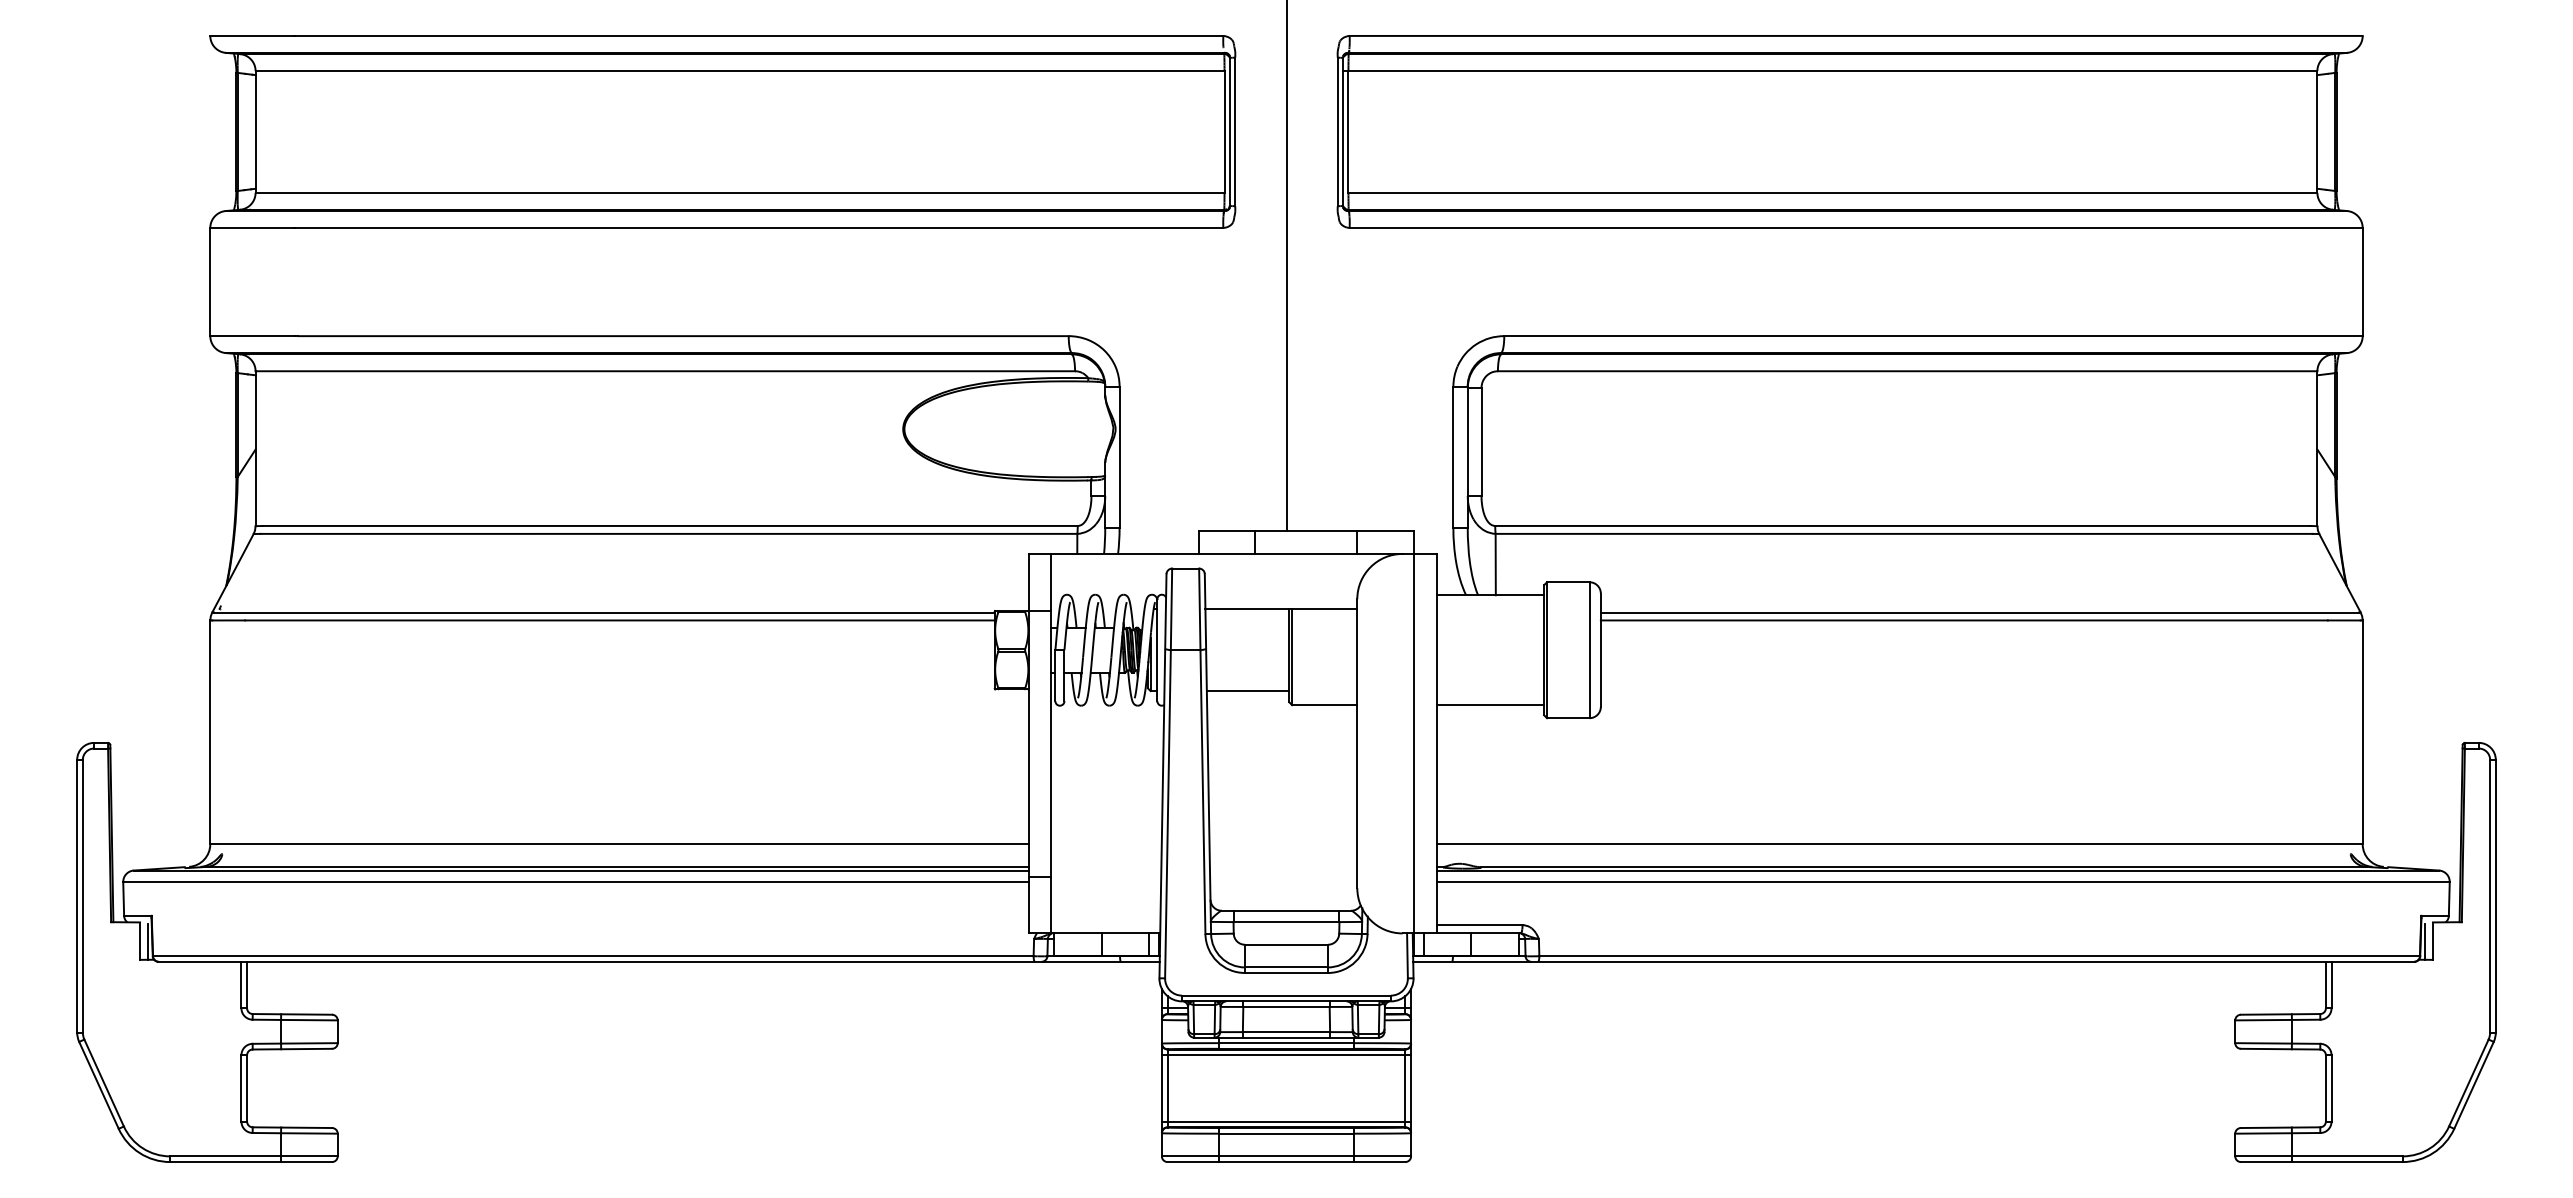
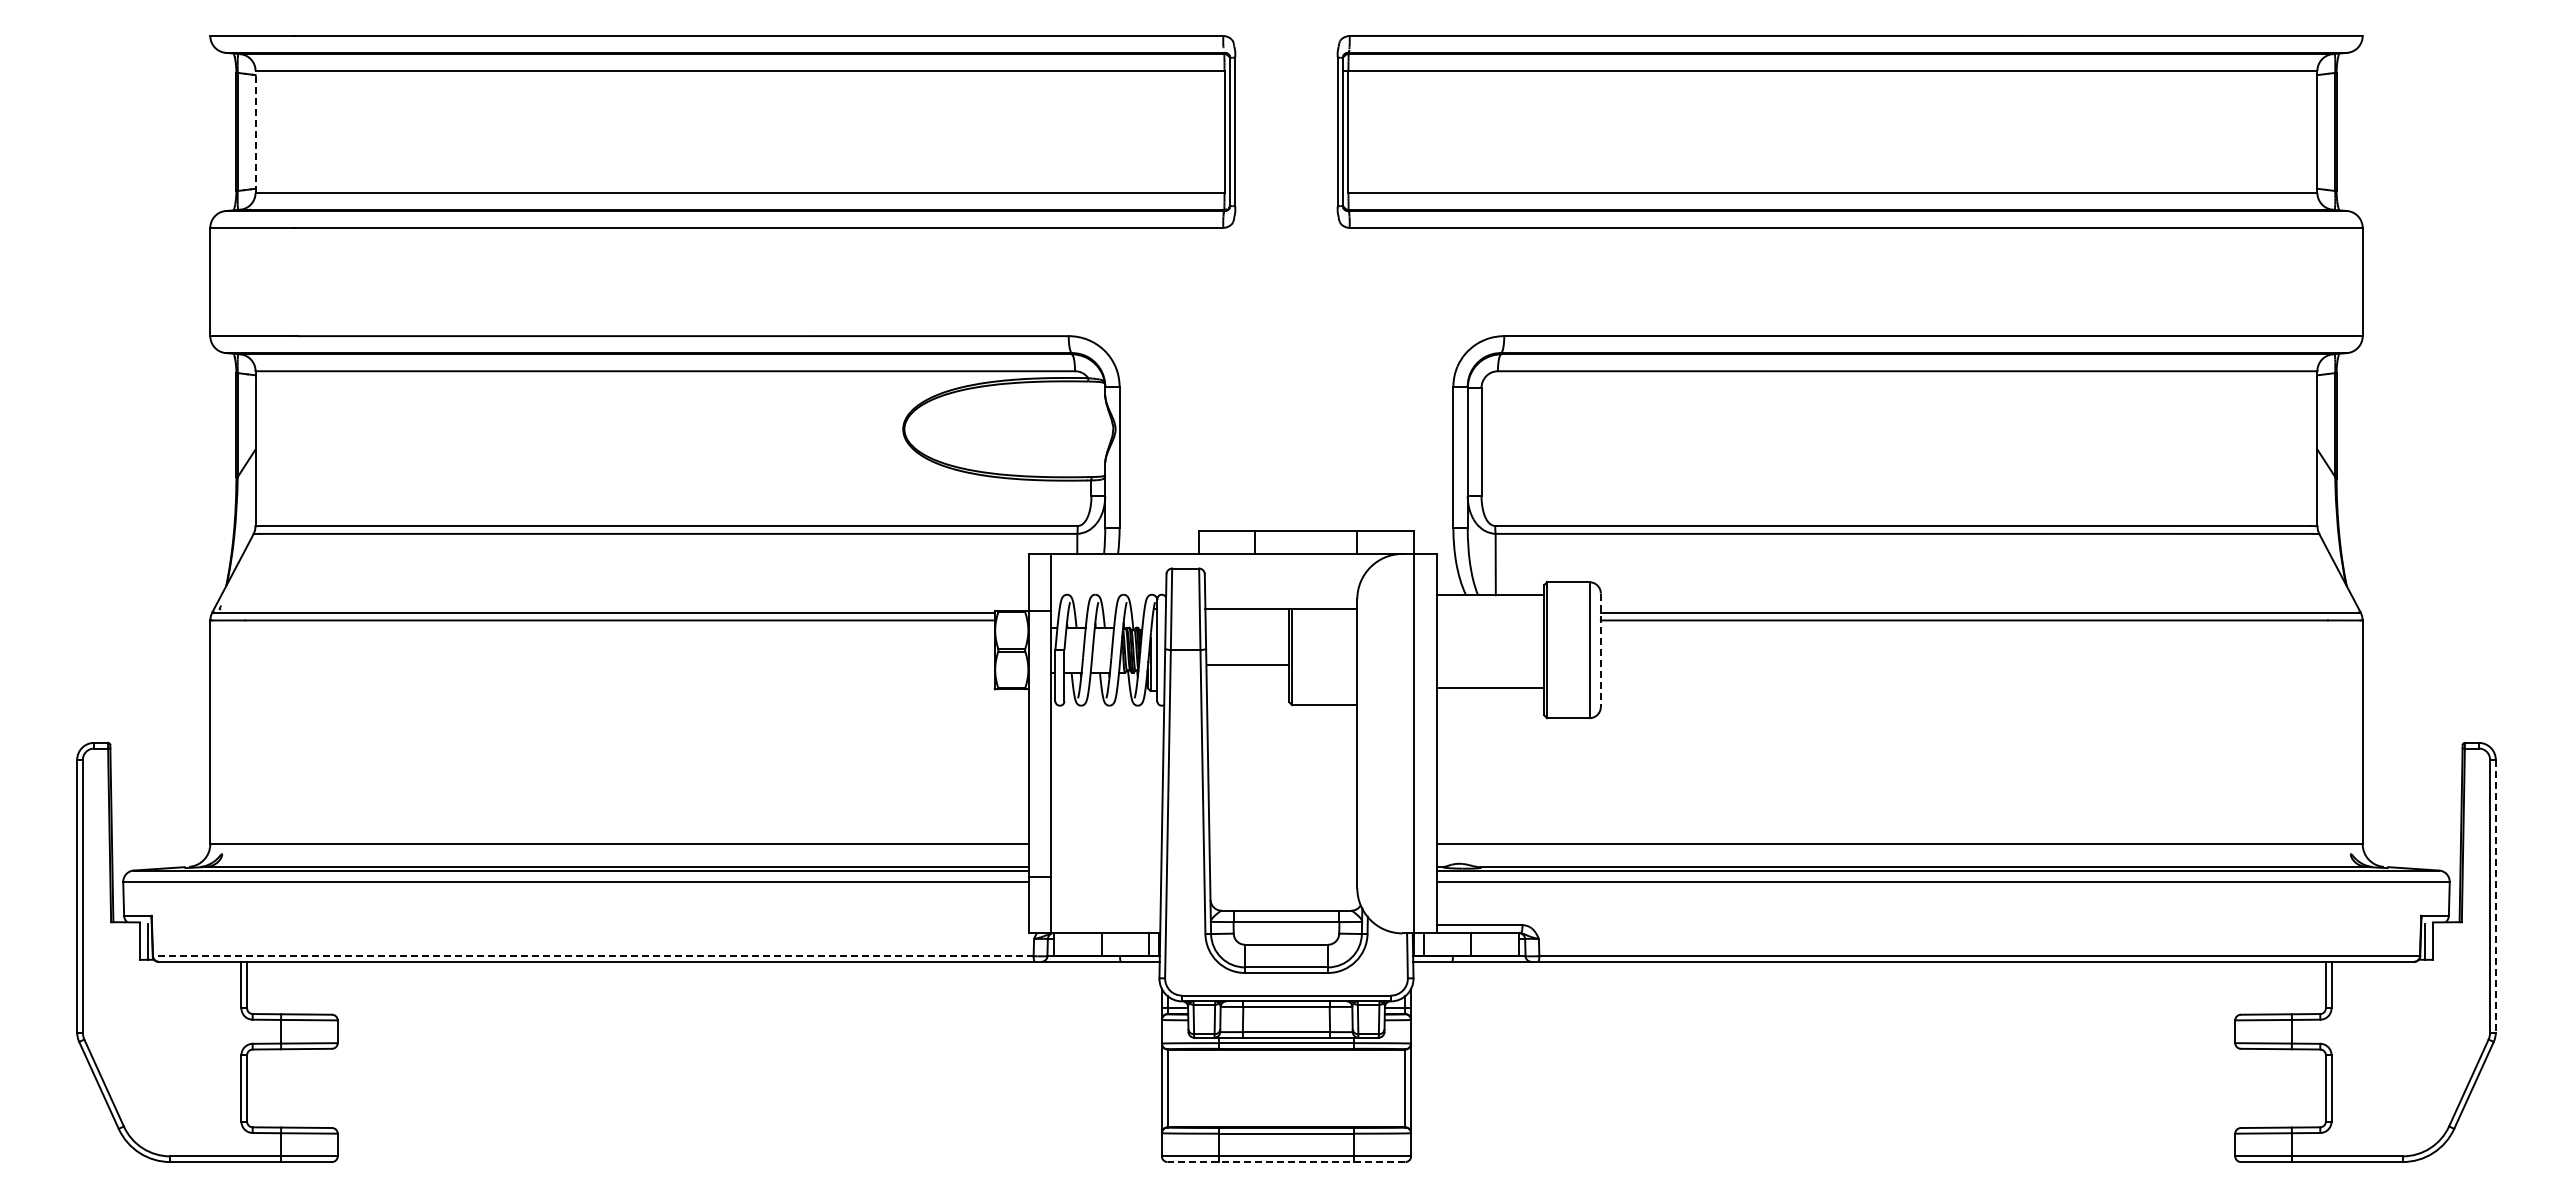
line at (255, 131): solid -> dashed
line at (1286, 266): present -> none
line at (1600, 650): solid -> dashed
line at (1247, 691) position: (1247, 691) -> (1247, 665)
line at (1490, 705) position: (1490, 705) -> (1490, 688)
line at (2495, 896): solid -> dashed
line at (592, 956): solid -> dashed
line at (1286, 1055): present -> none
line at (1286, 1121): present -> none
line at (1286, 1162): solid -> dashed
